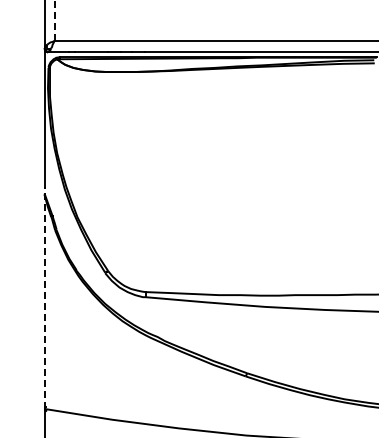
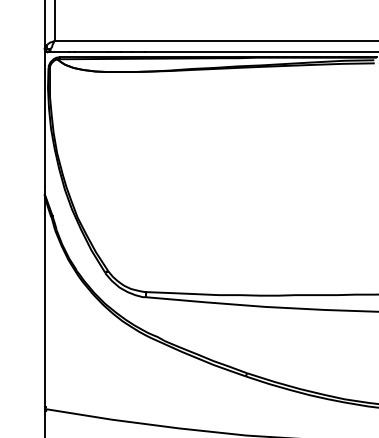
line at (54, 20): dashed -> solid
line at (44, 298): dashed -> solid
